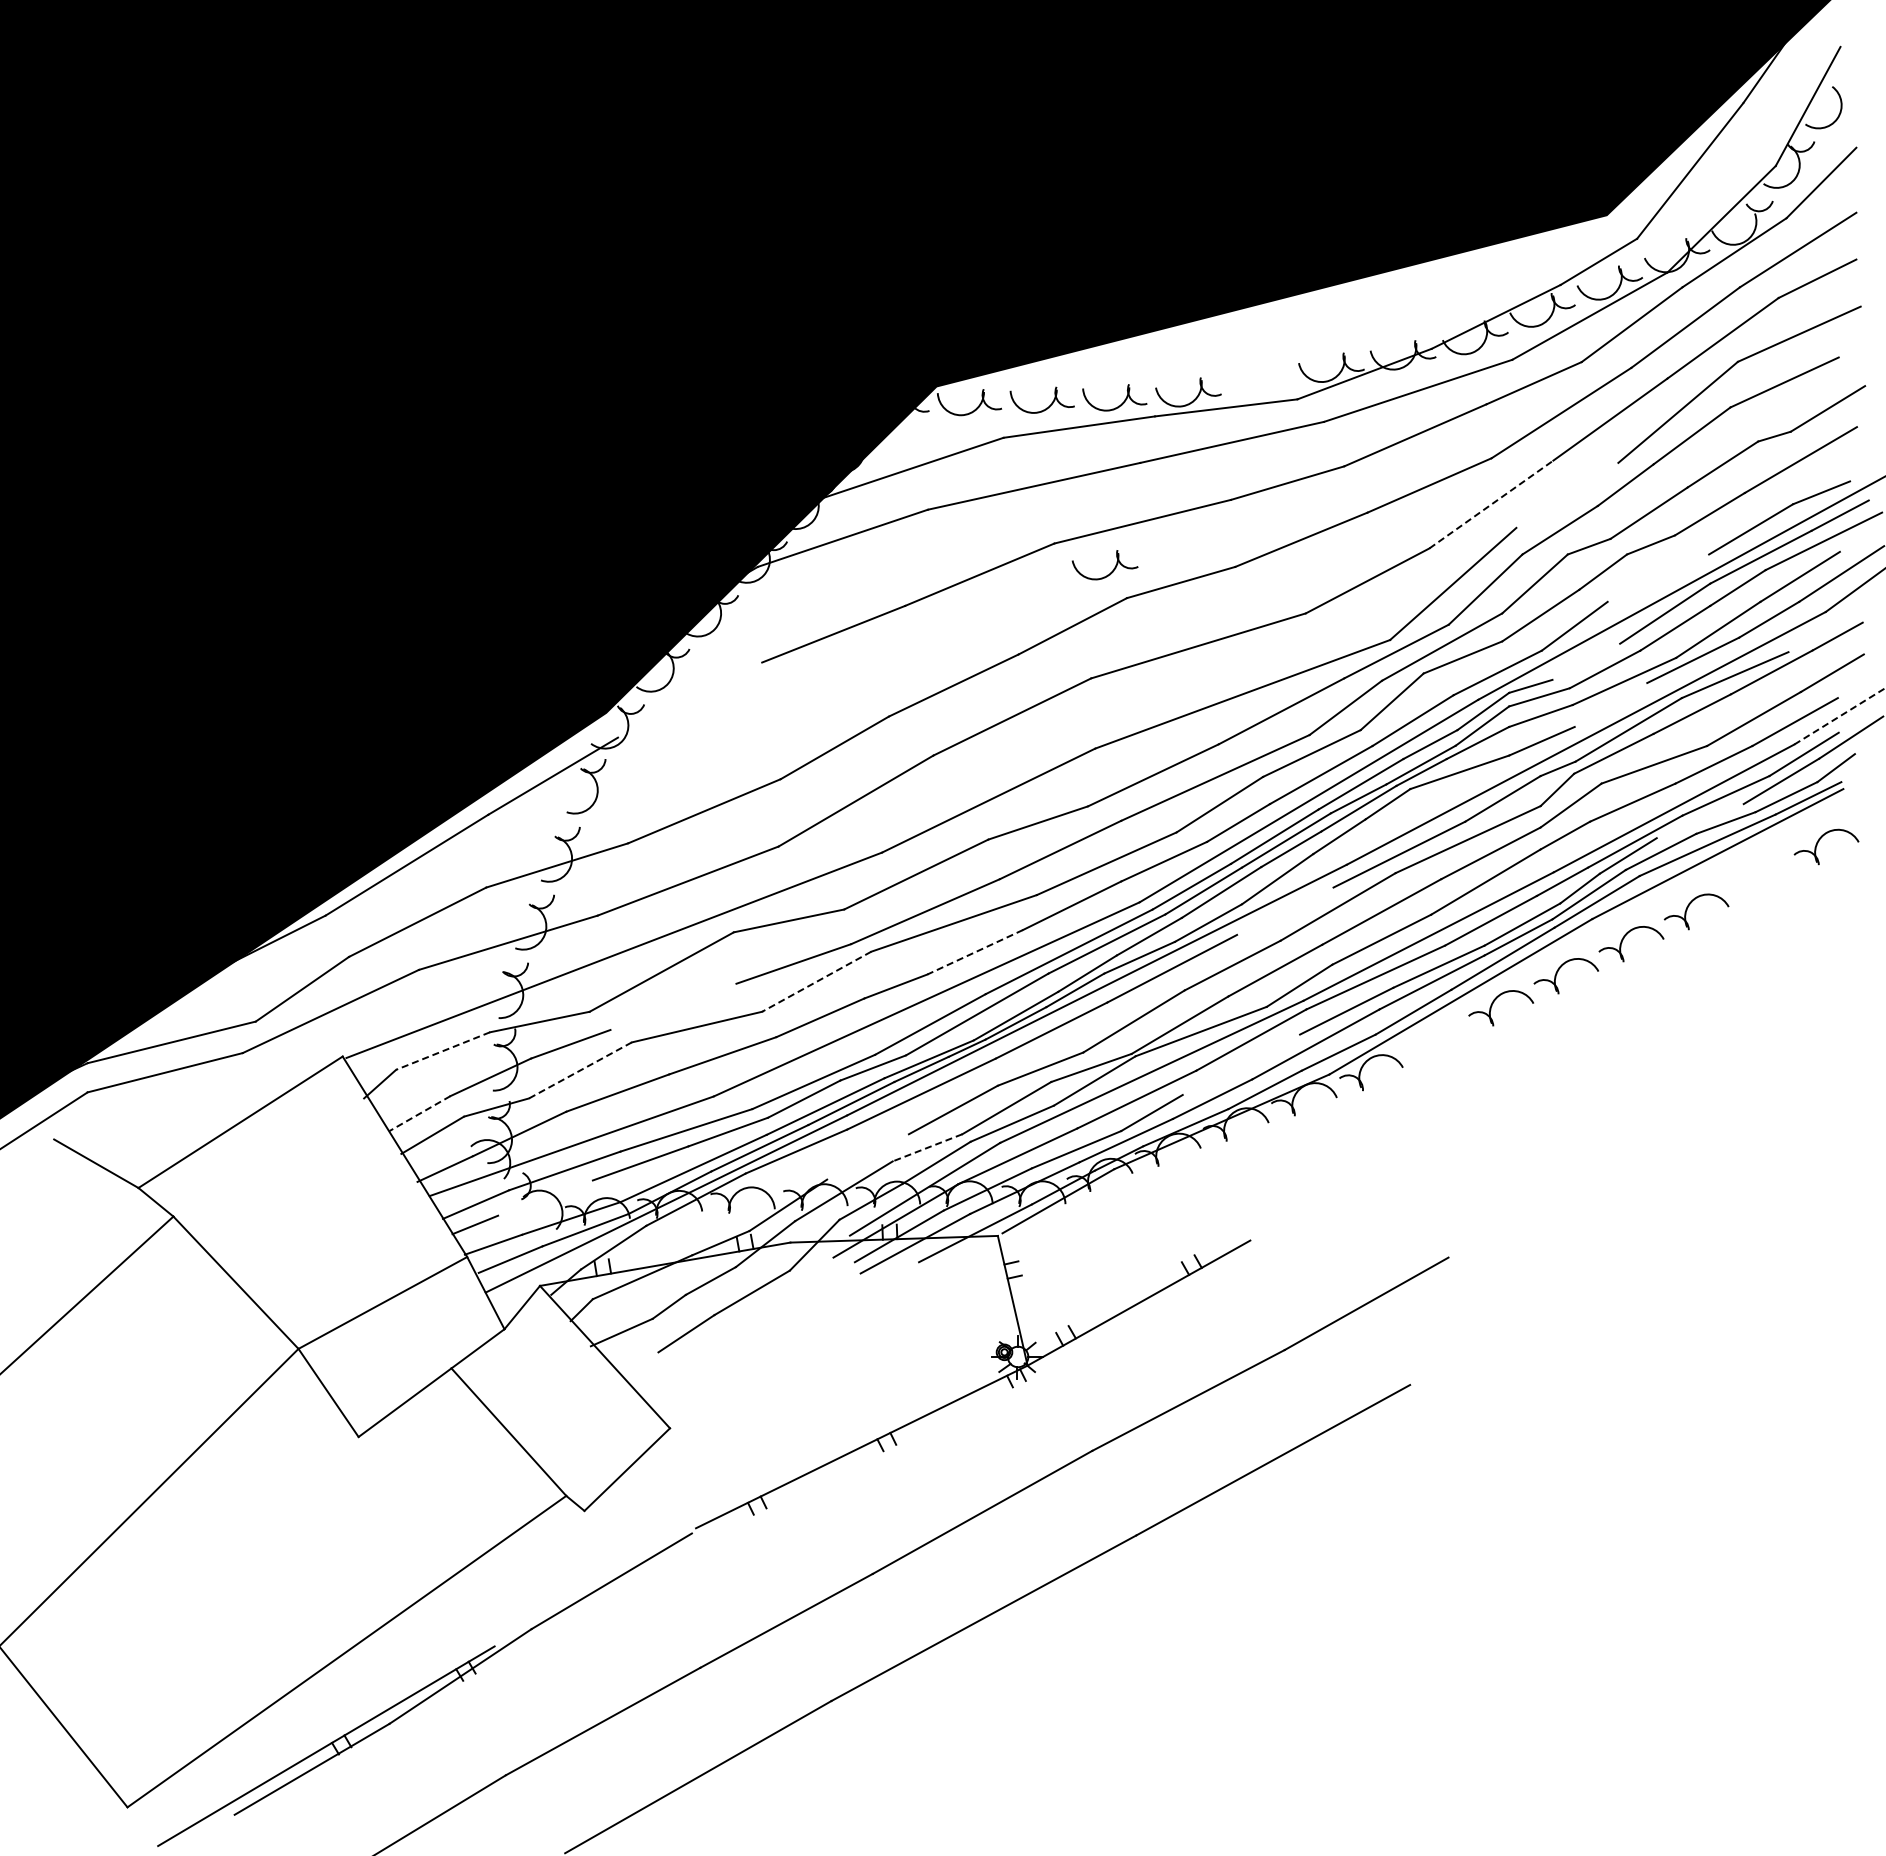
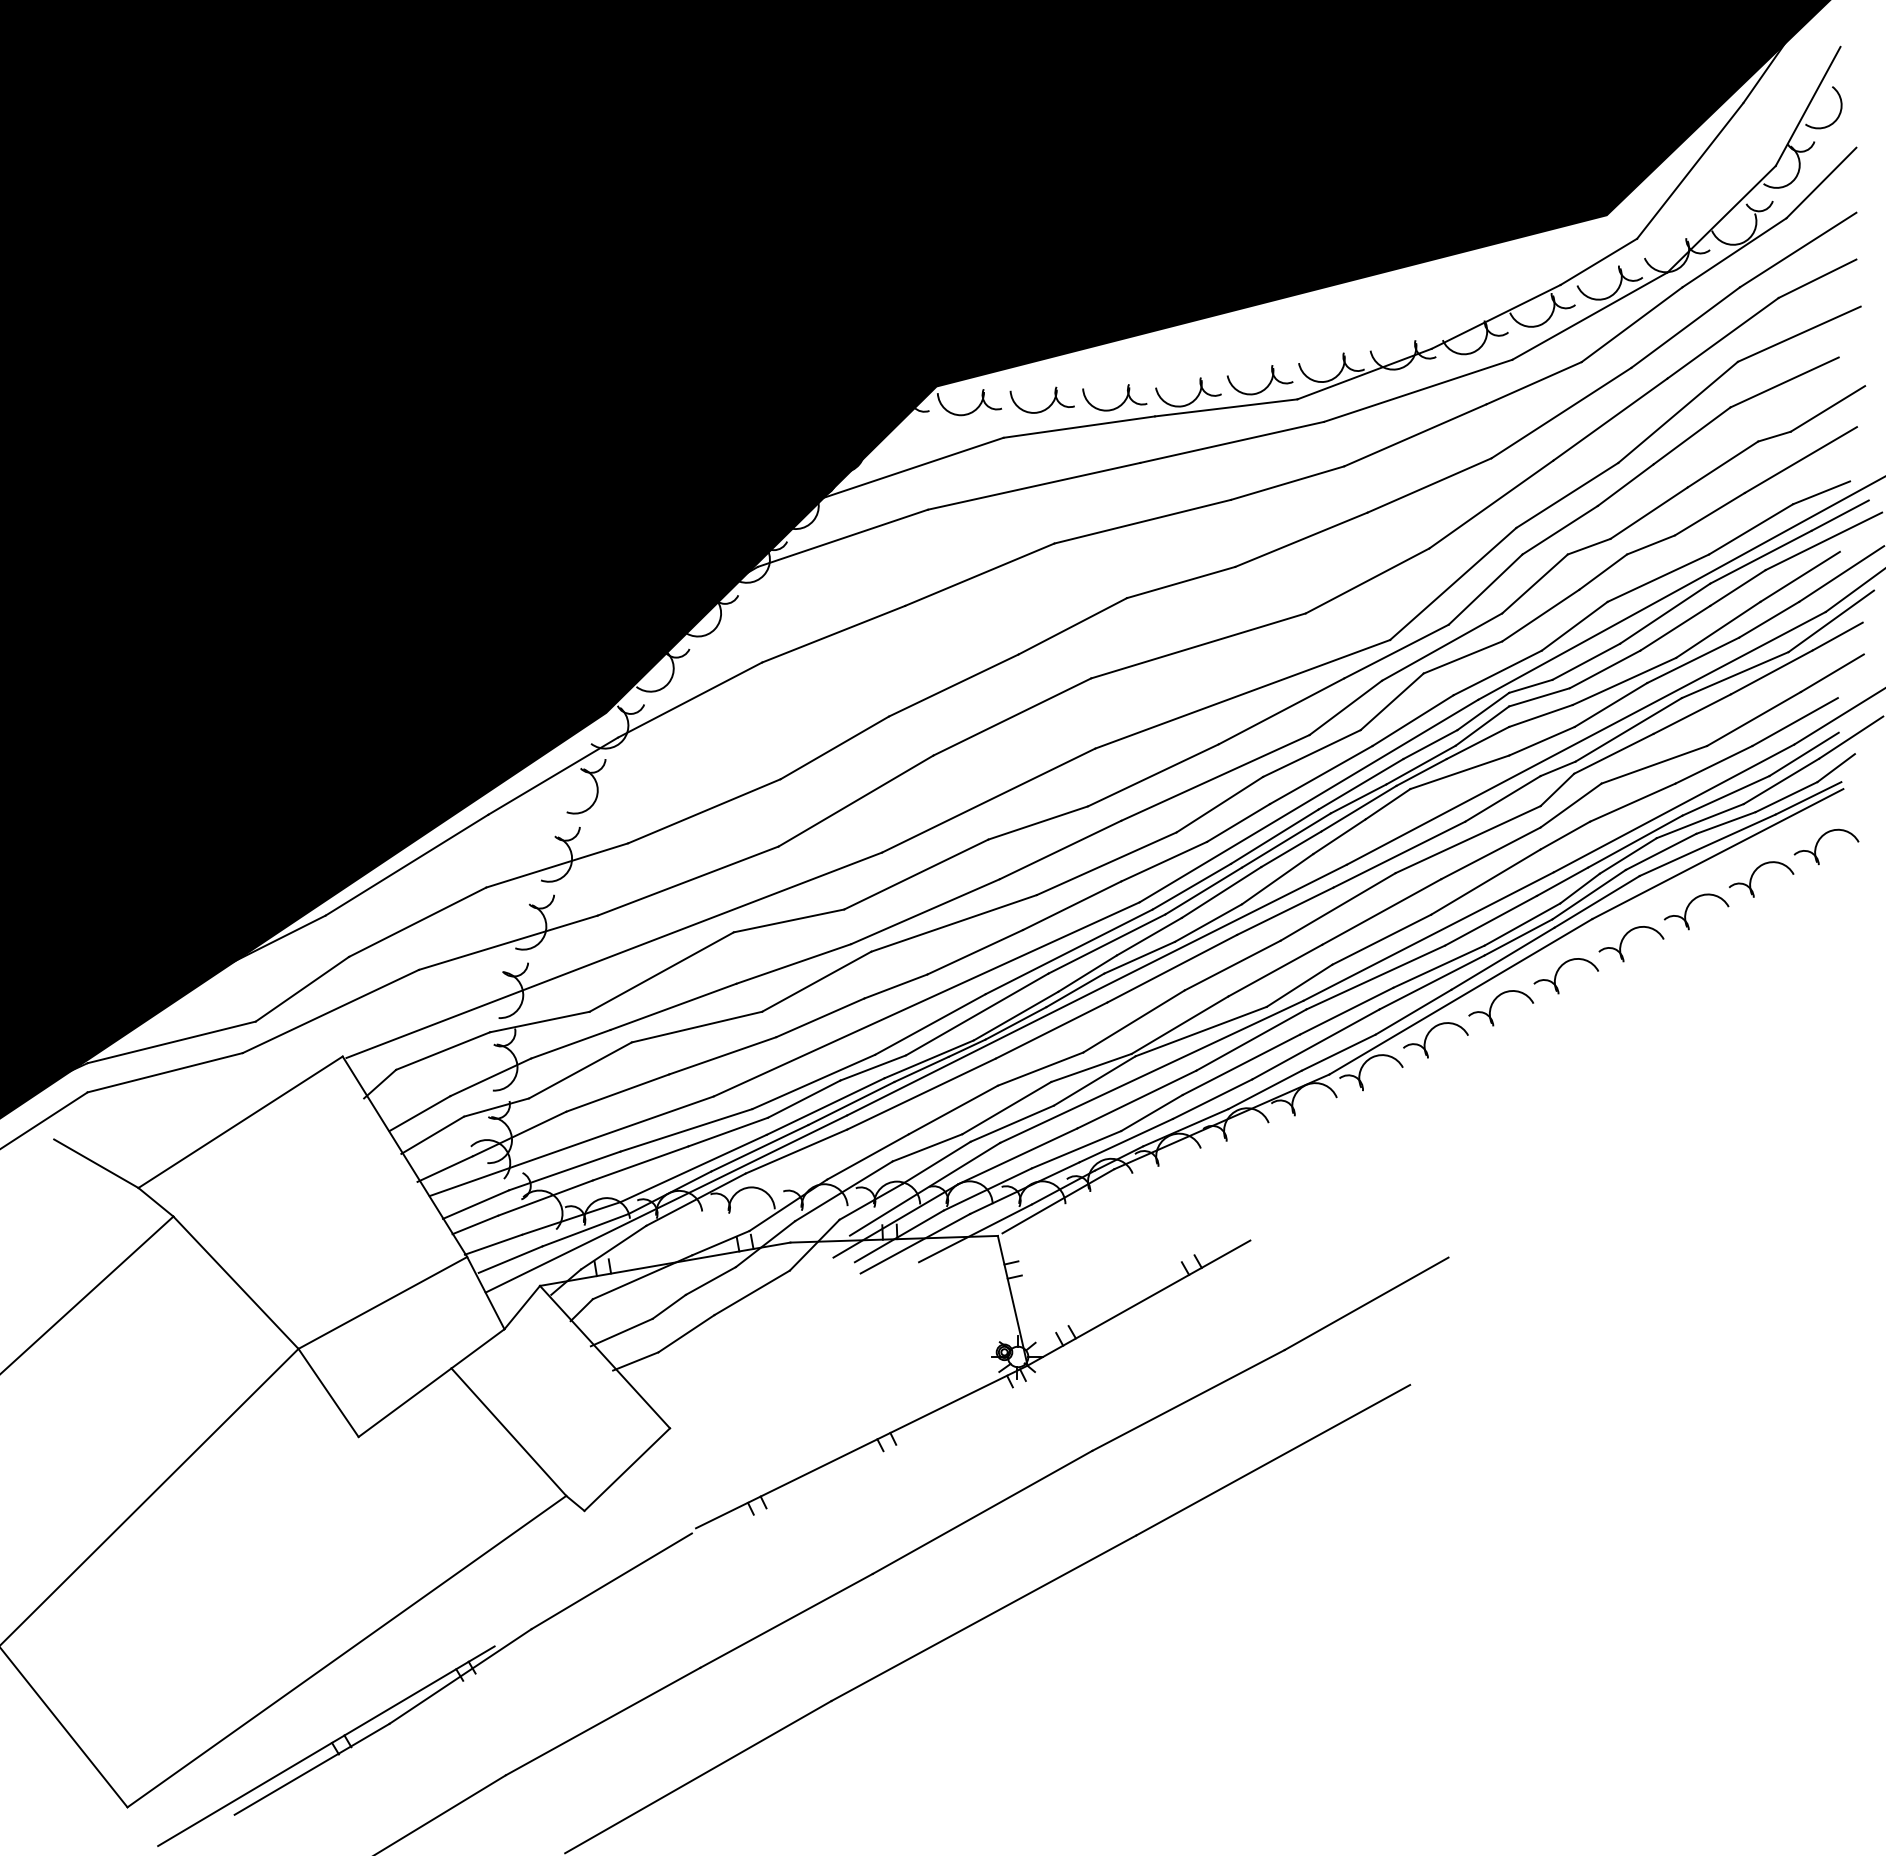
line at (1567, 494): none -> present
line at (1491, 504): dashed -> solid
part at (1111, 571) position: (1111, 571) -> (1266, 386)
line at (1658, 577): none -> present
line at (1831, 621): none -> present
line at (1586, 661): none -> present
line at (690, 699): none -> present
line at (1610, 704): none -> present
line at (1840, 716): dashed -> solid
line at (1699, 821): none -> present
part at (1753, 875): none -> present
line at (1285, 910): none -> present
line at (975, 952): dashed -> solid
line at (816, 981): dashed -> solid
line at (673, 1006): none -> present
part at (1427, 1037): none -> present
line at (443, 1051): dashed -> solid
line at (1241, 1064): none -> present
line at (580, 1070): dashed -> solid
line at (419, 1113): dashed -> solid
line at (927, 1148): dashed -> solid
line at (867, 1156): none -> present
line at (545, 1197): none -> present
line at (635, 1361): none -> present
